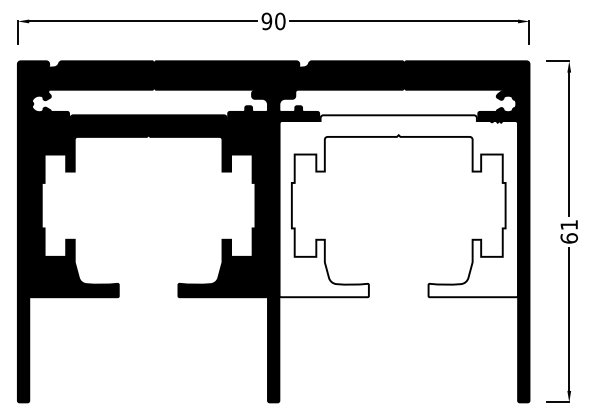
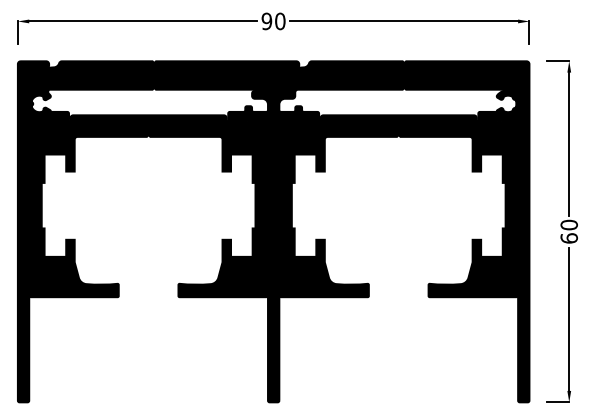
fill at (398, 206): none -> present
text at (568, 224): 61 -> 60
